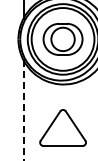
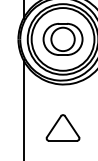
line at (23, 110): dashed -> solid
part at (62, 127) size: 48x38 px -> 36x28 px
